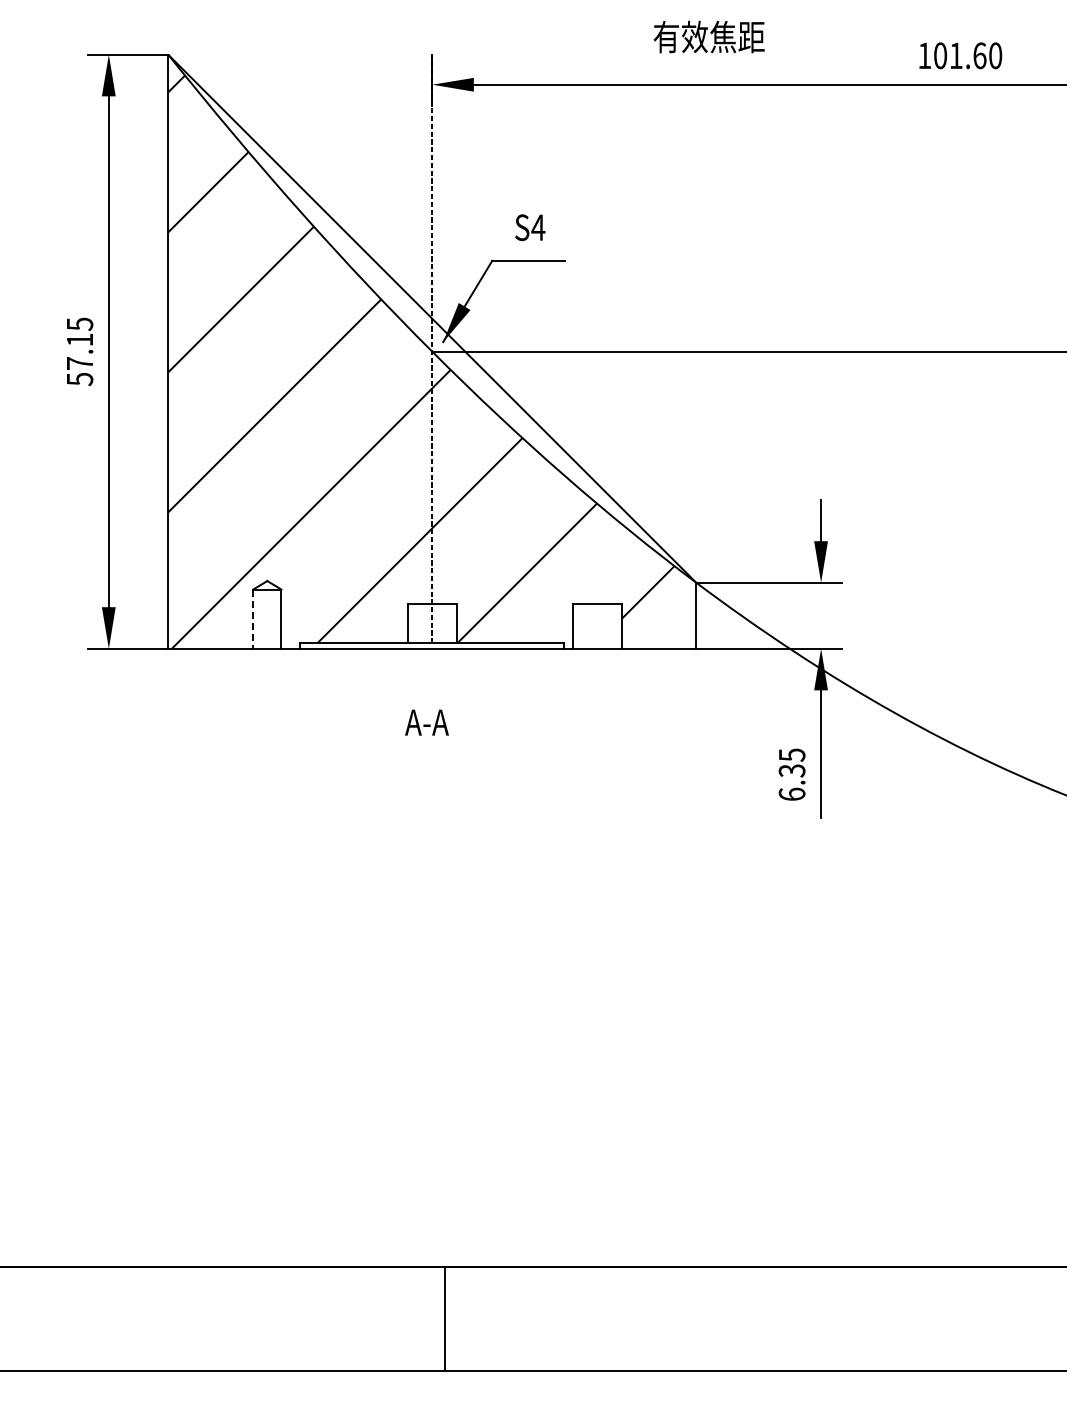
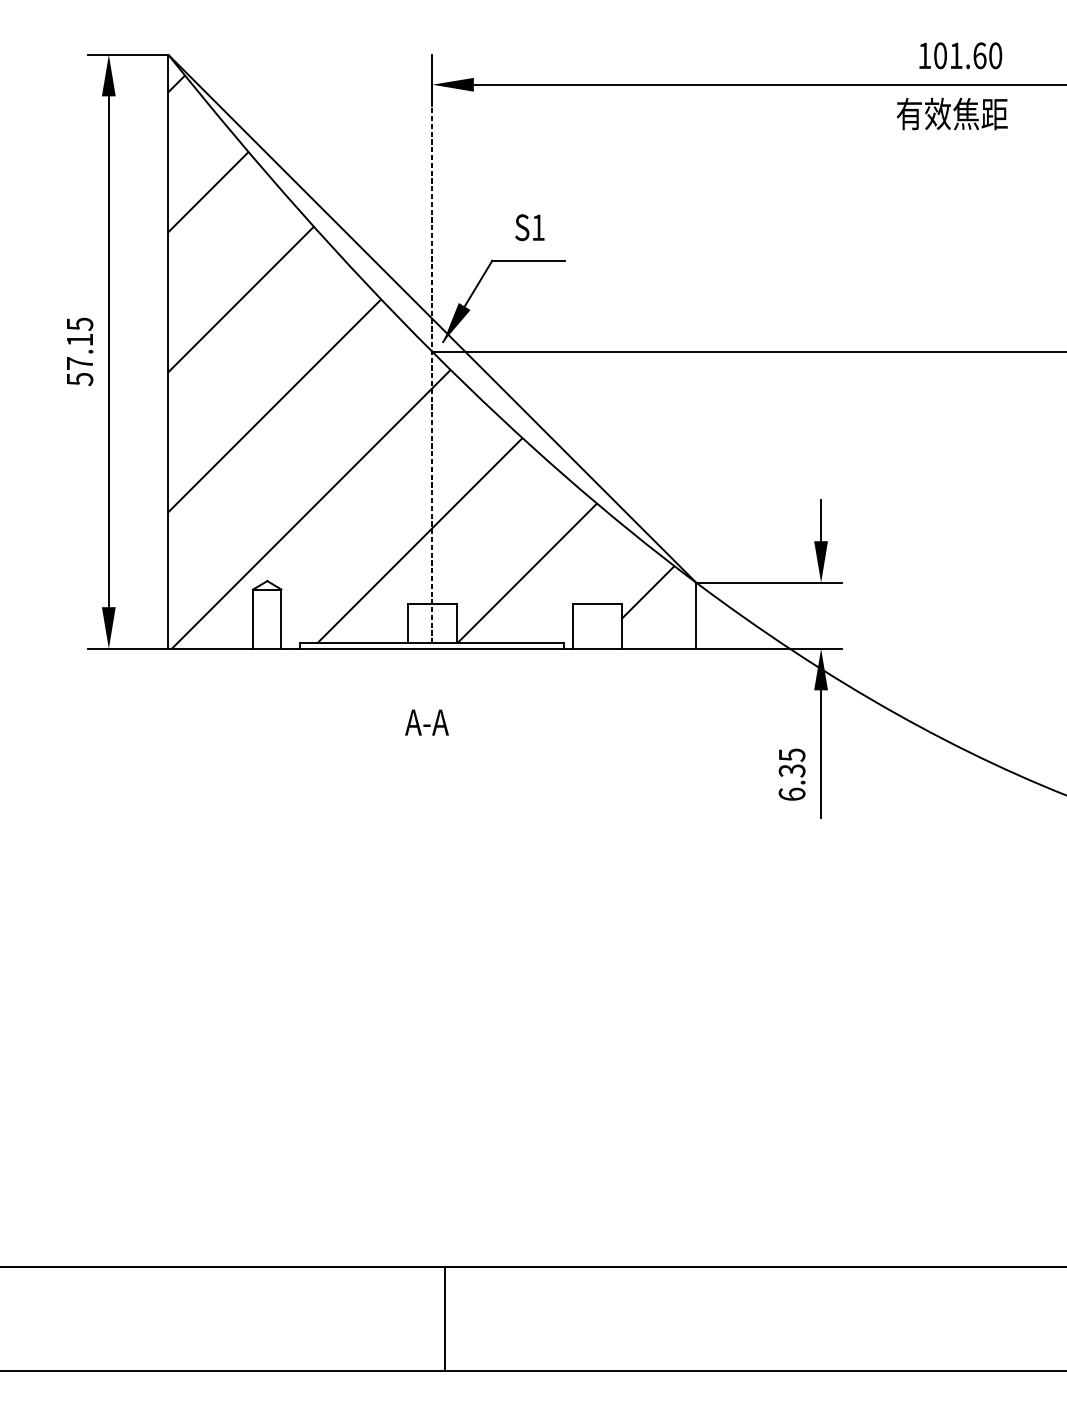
text at (708, 36) position: (708, 36) -> (951, 113)
text at (538, 227): S4 -> S1
line at (253, 619): dashed -> solid
